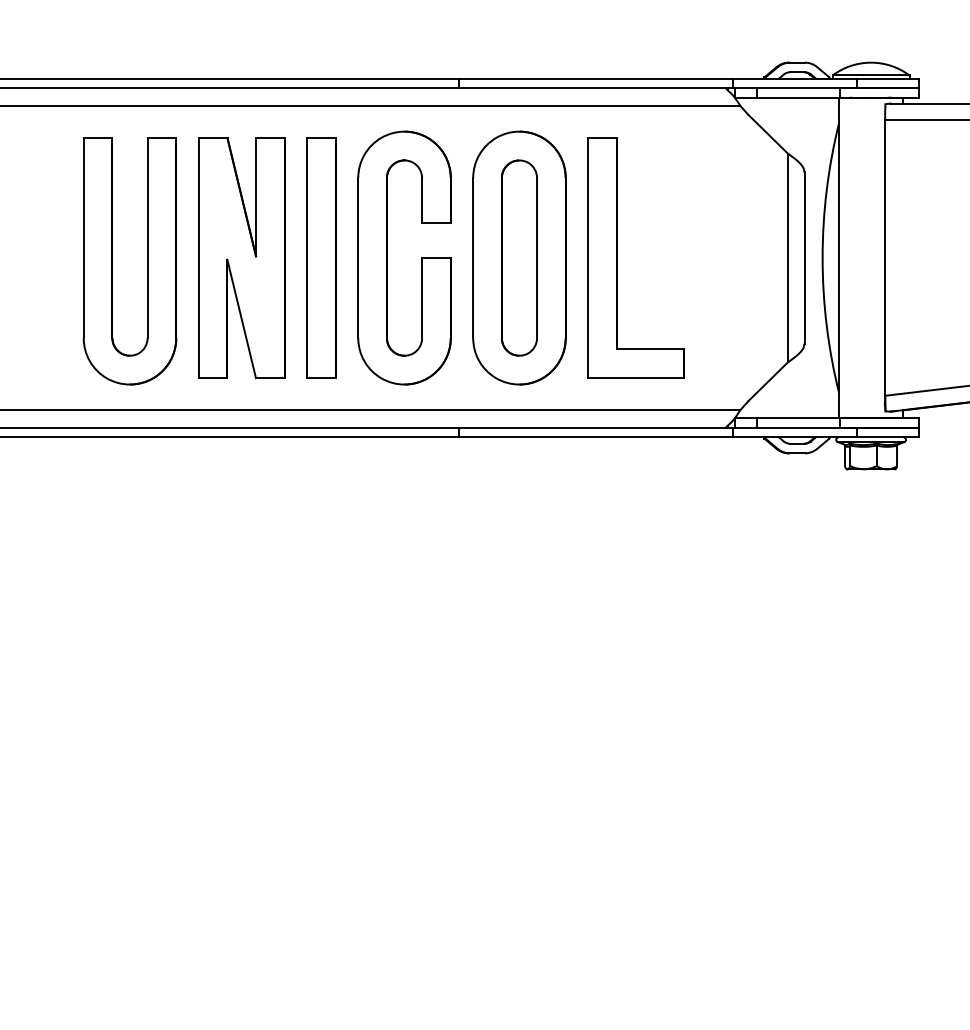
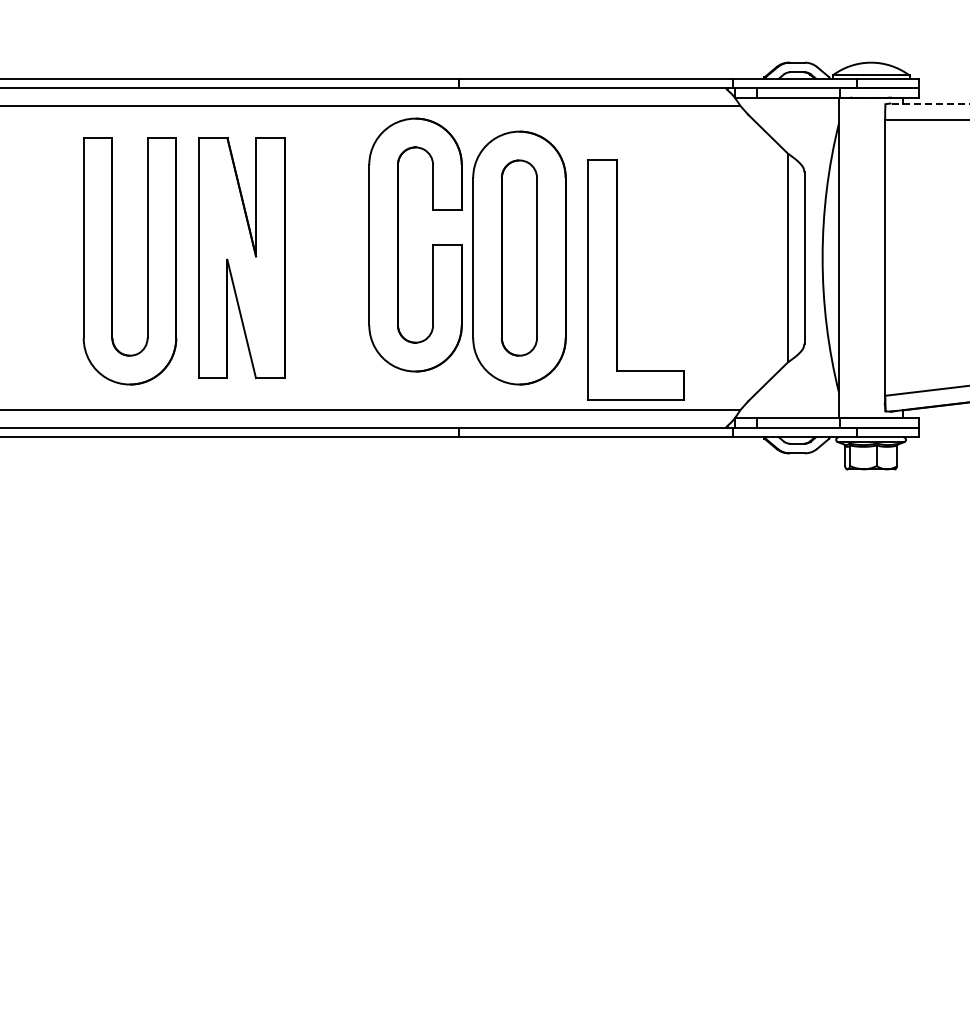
line at (929, 103): solid -> dashed
part at (321, 257): present -> none
part at (387, 257) position: (387, 257) -> (398, 244)
part at (617, 257) position: (617, 257) -> (617, 279)
